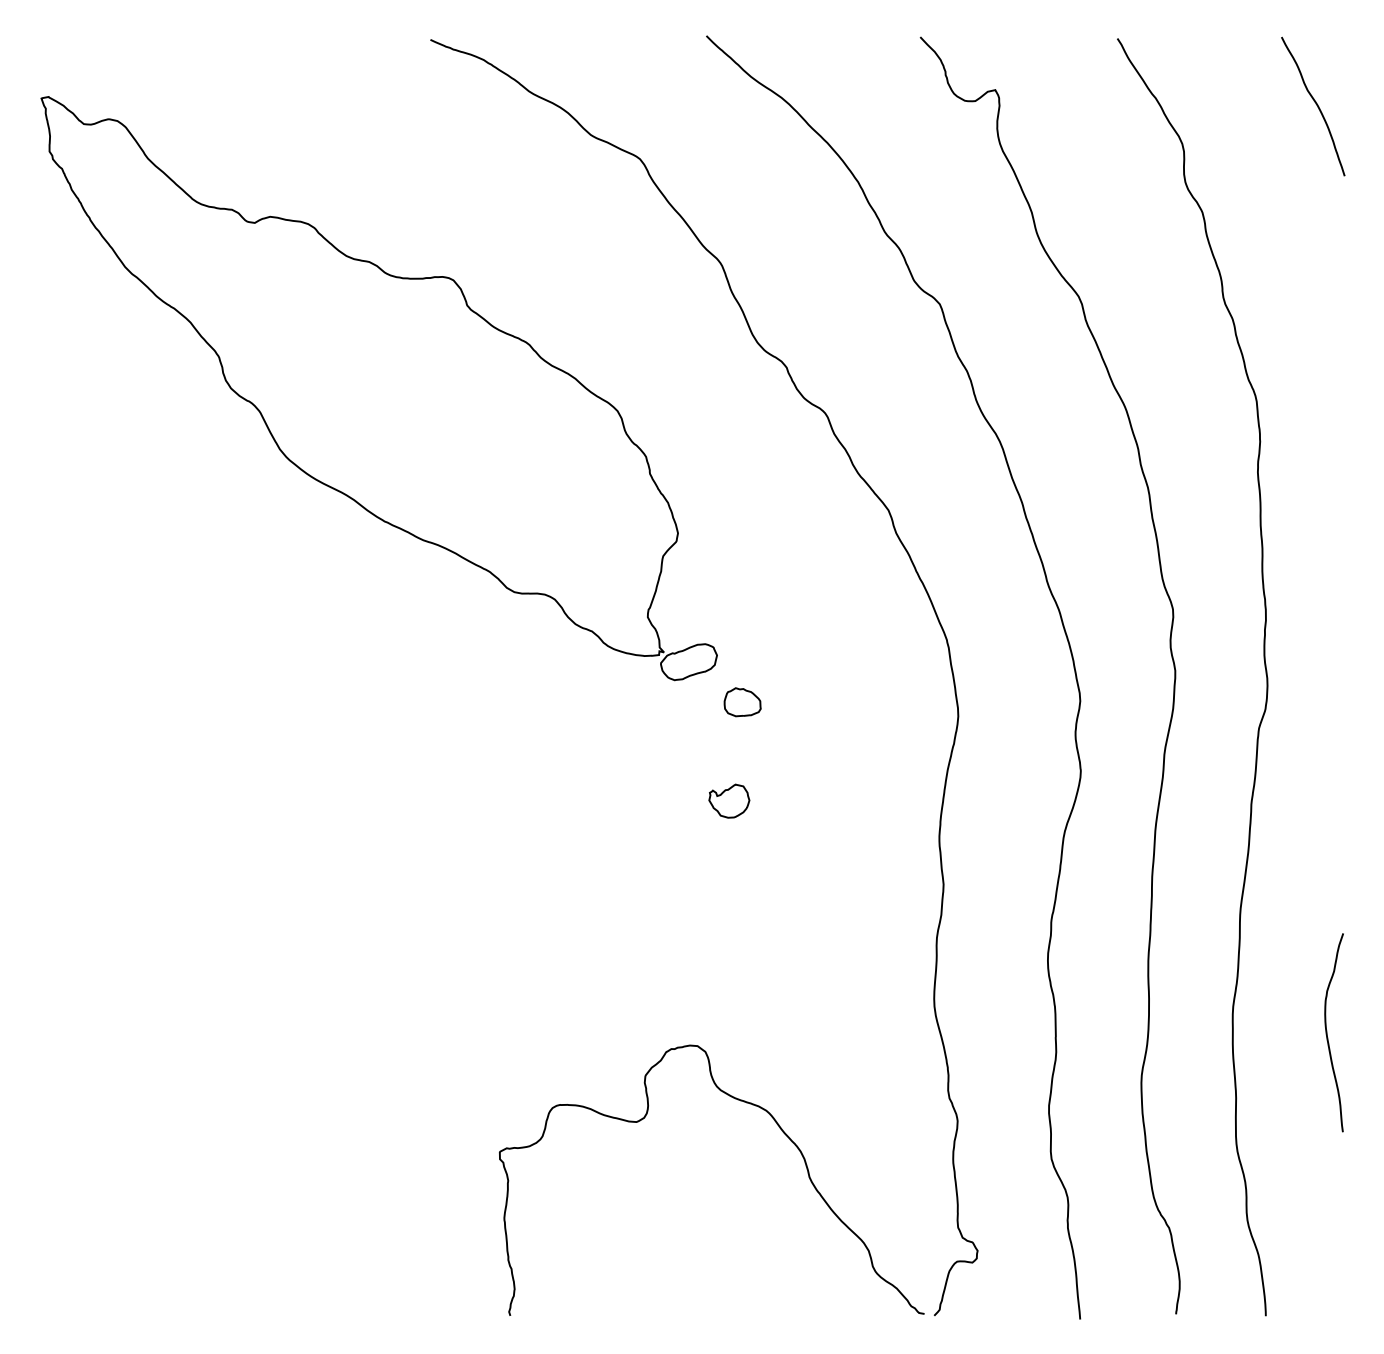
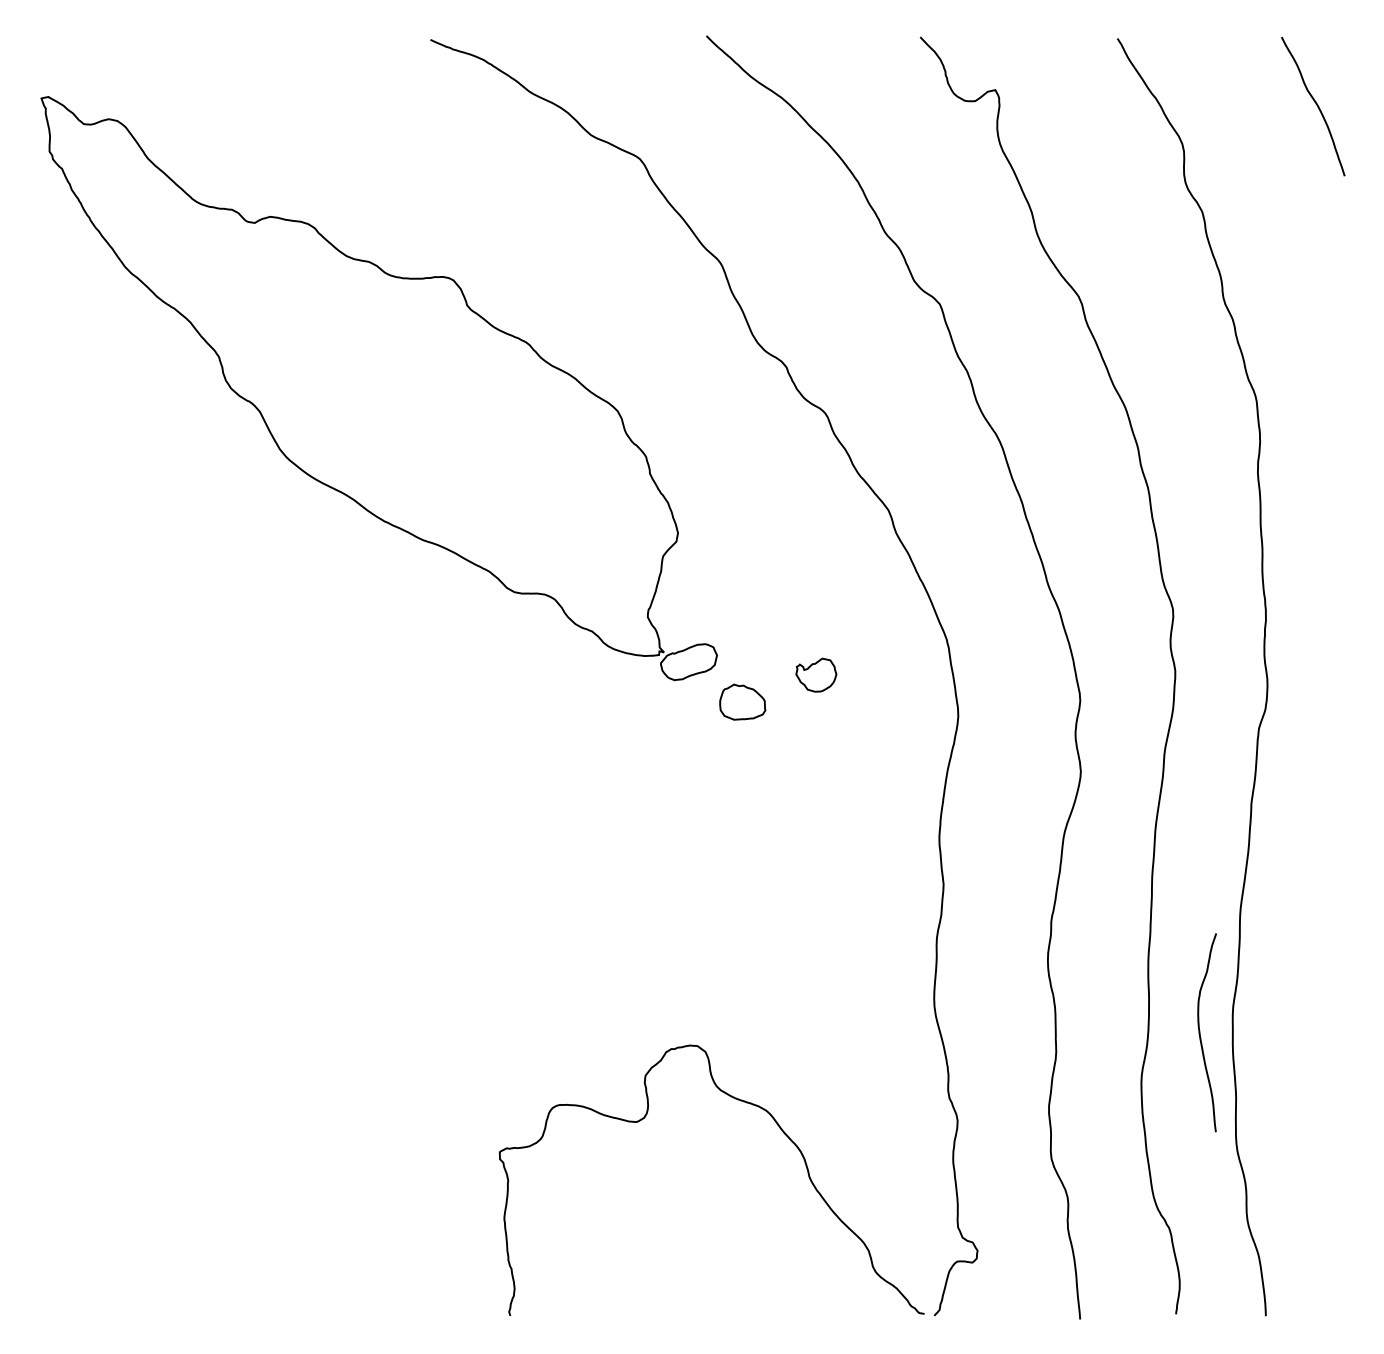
part at (742, 702) size: 39x31 px -> 48x38 px
part at (729, 800) position: (729, 800) -> (816, 674)
curve at (1327, 1032) position: (1327, 1032) -> (1200, 1032)
